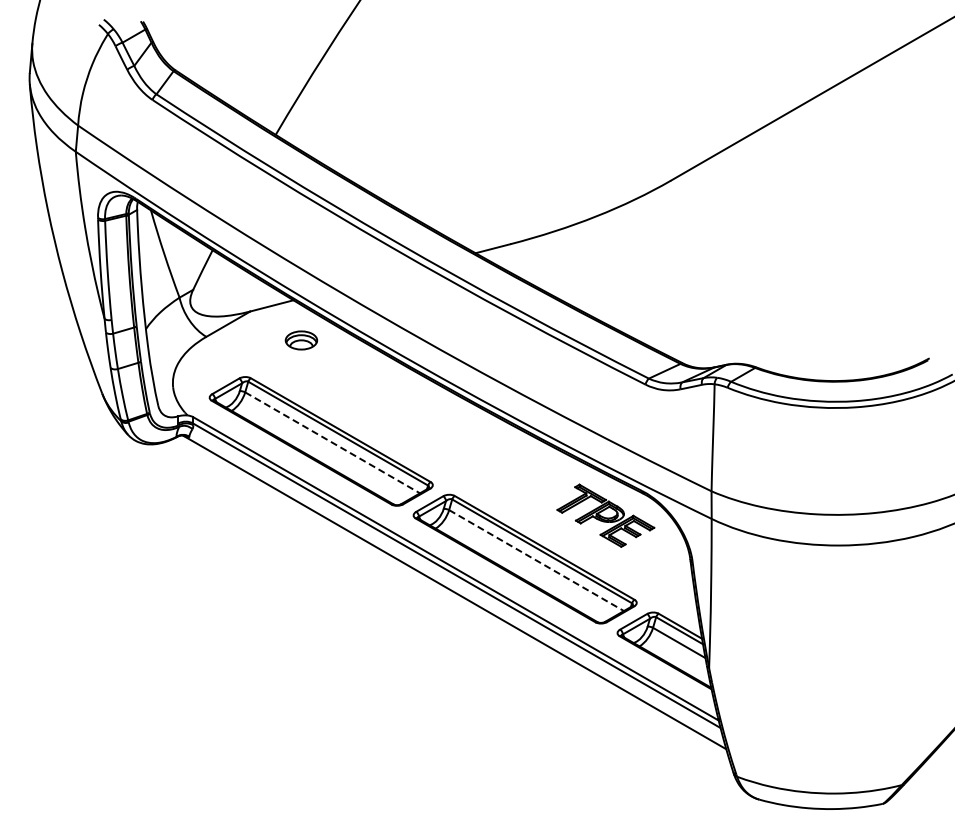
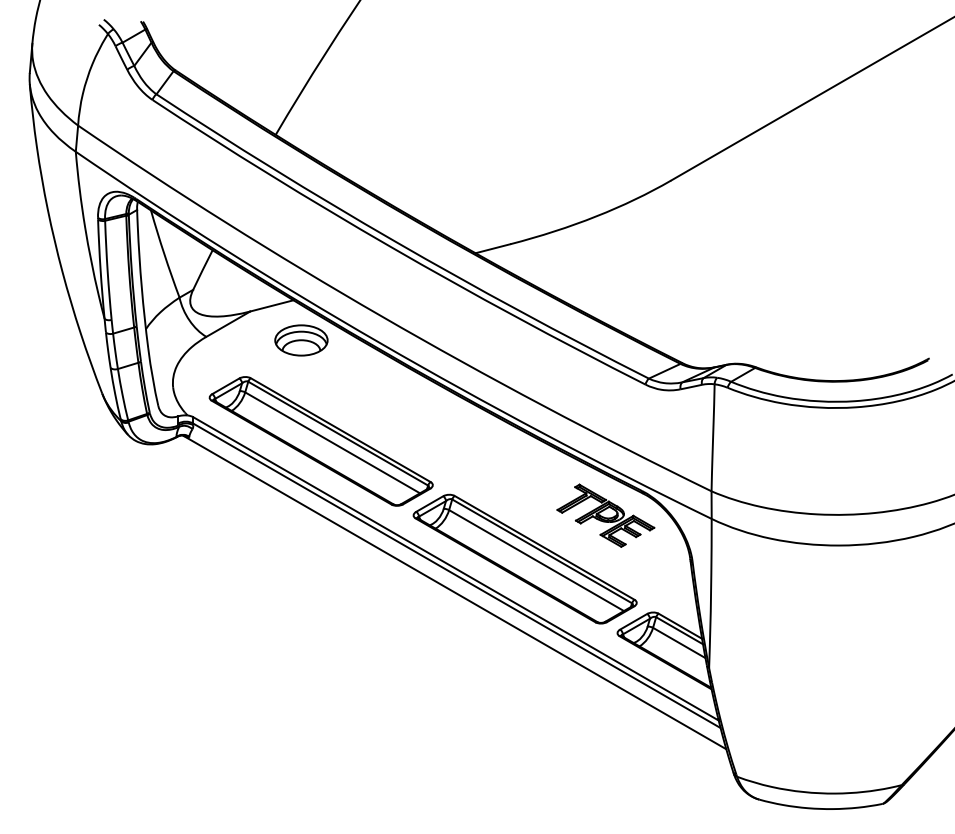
part at (301, 340) size: 35x21 px -> 55x33 px
line at (332, 442): dashed -> solid
line at (536, 560): dashed -> solid
